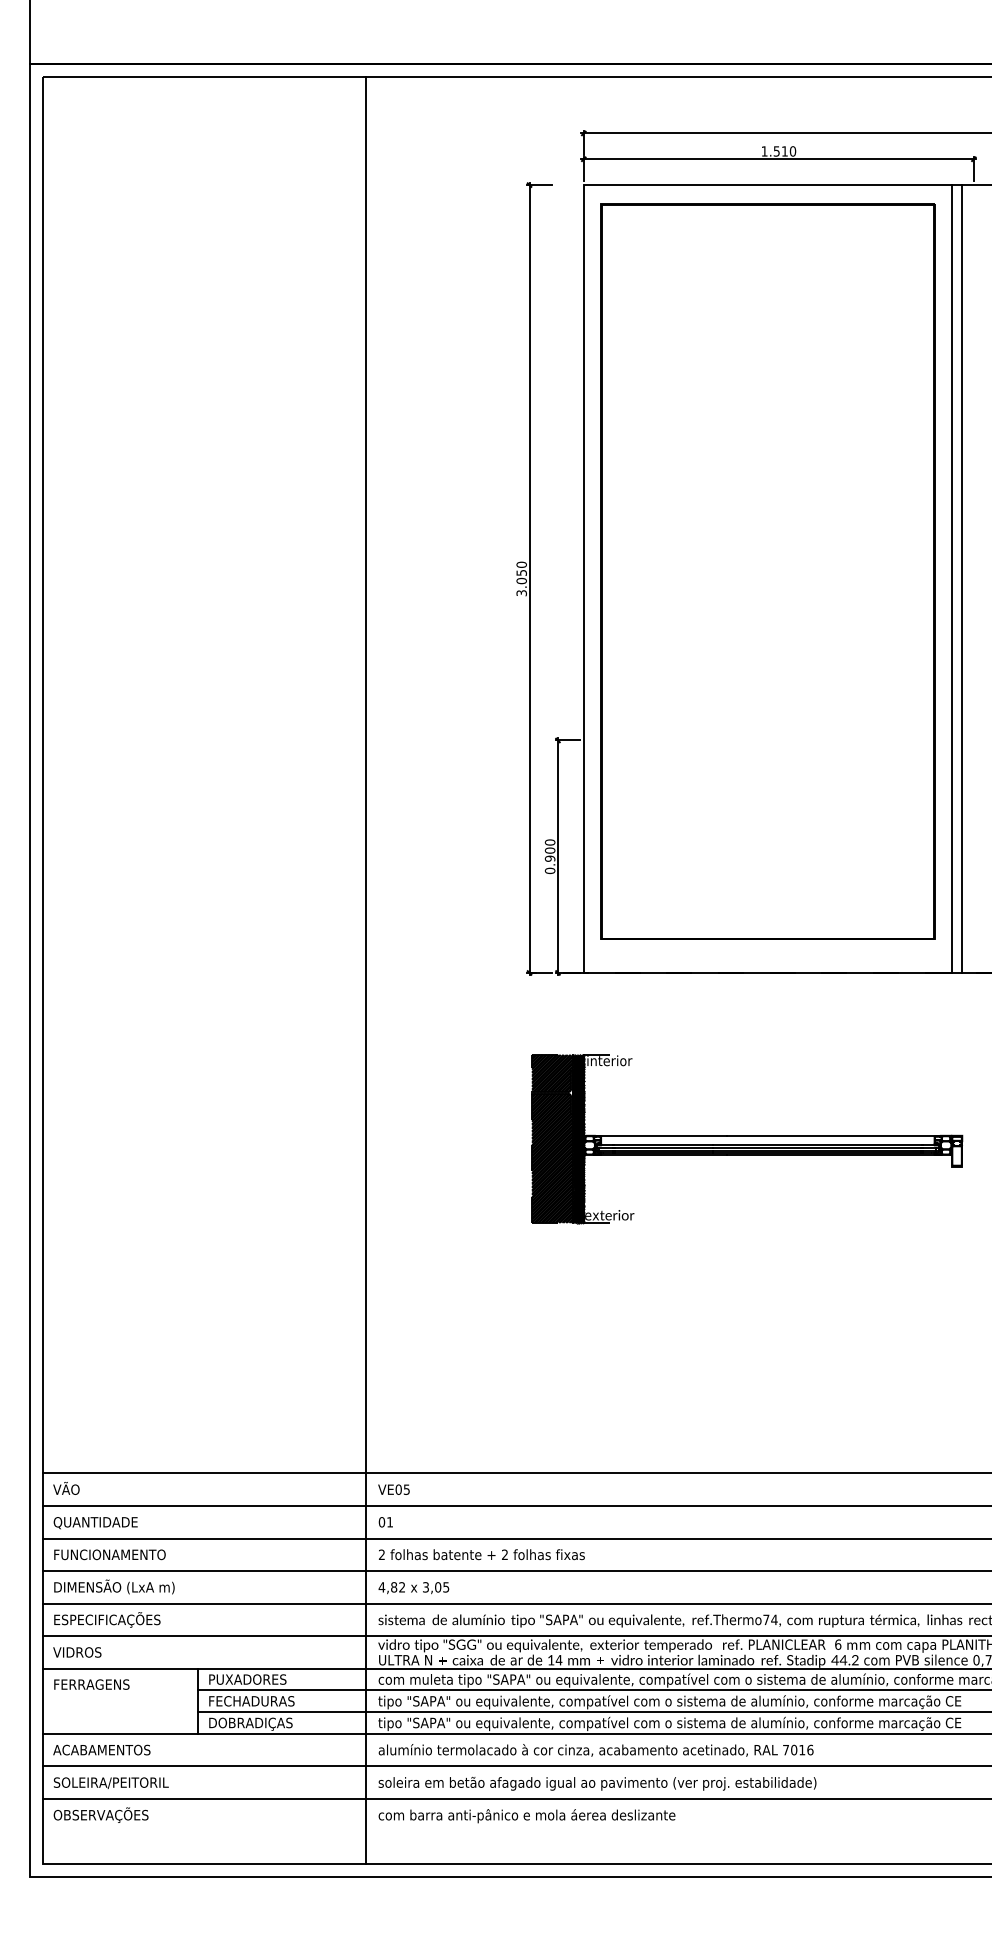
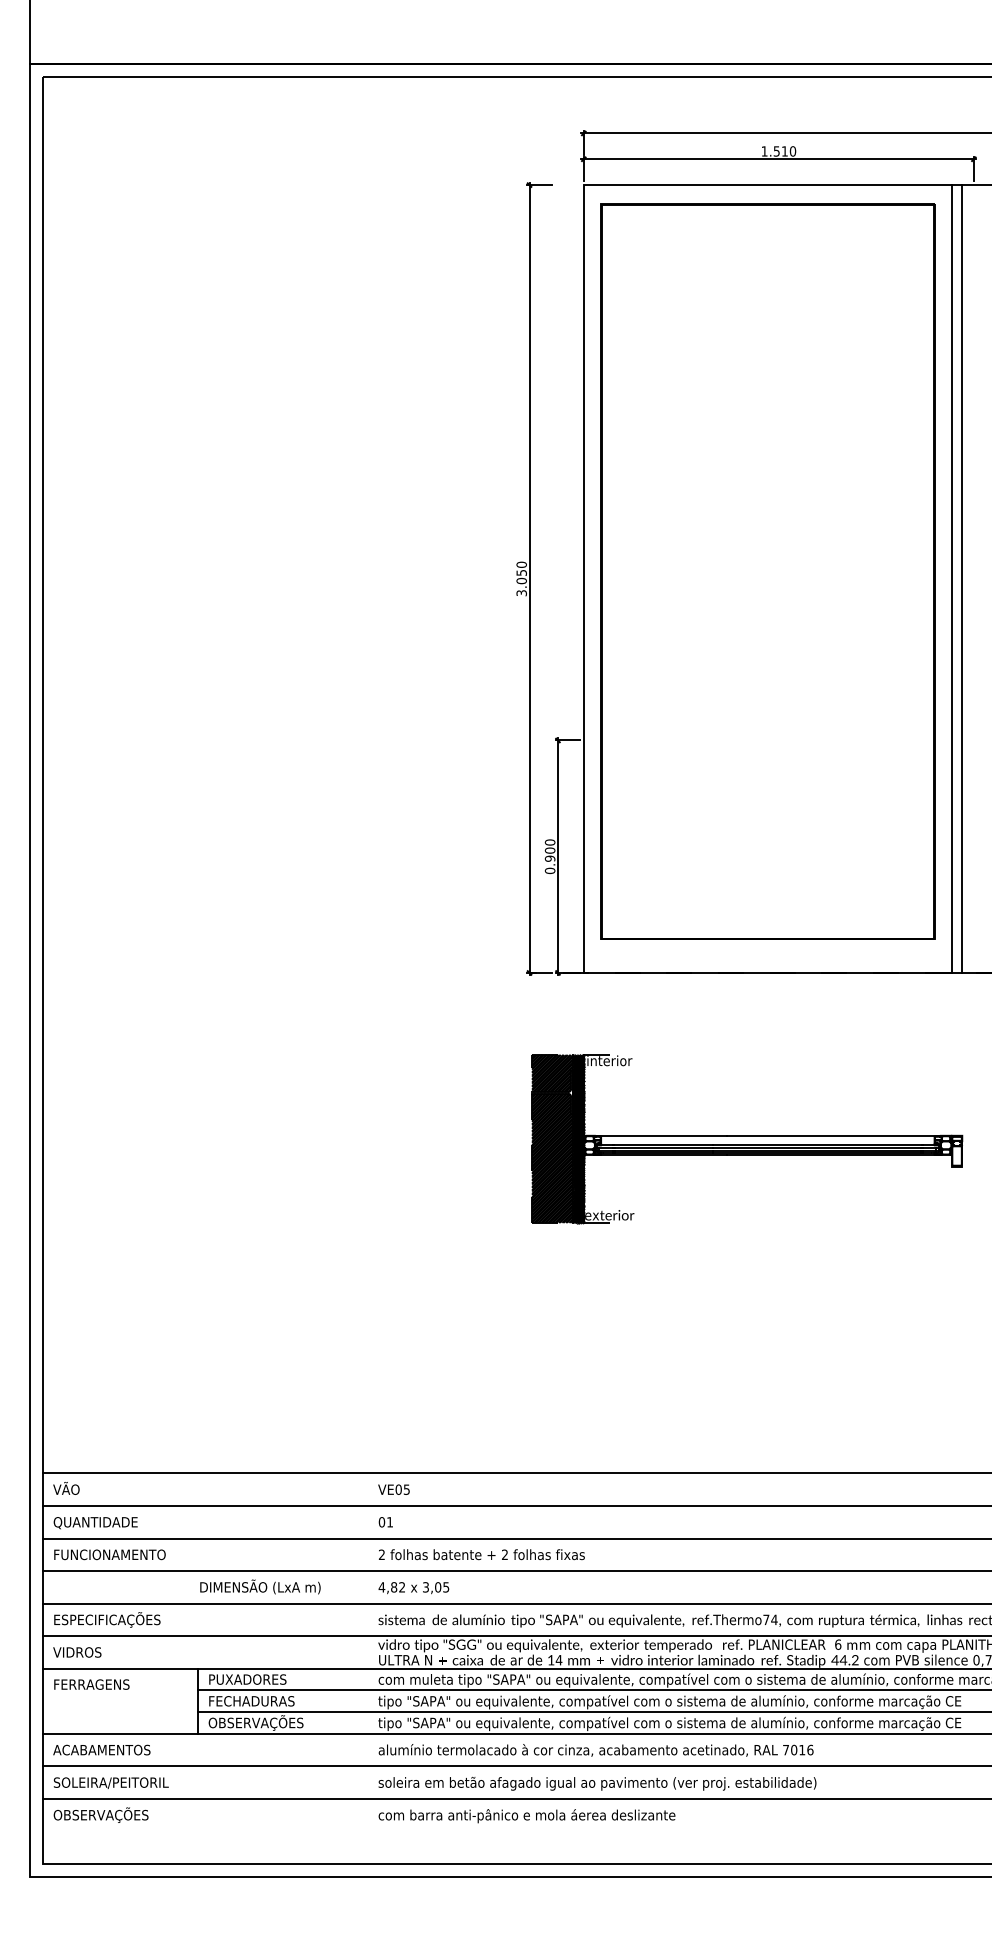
line at (365, 970): present -> none
text at (114, 1586) position: (114, 1586) -> (260, 1586)
text at (255, 1722): DOBRADIÇAS -> OBSERVAÇÕES
